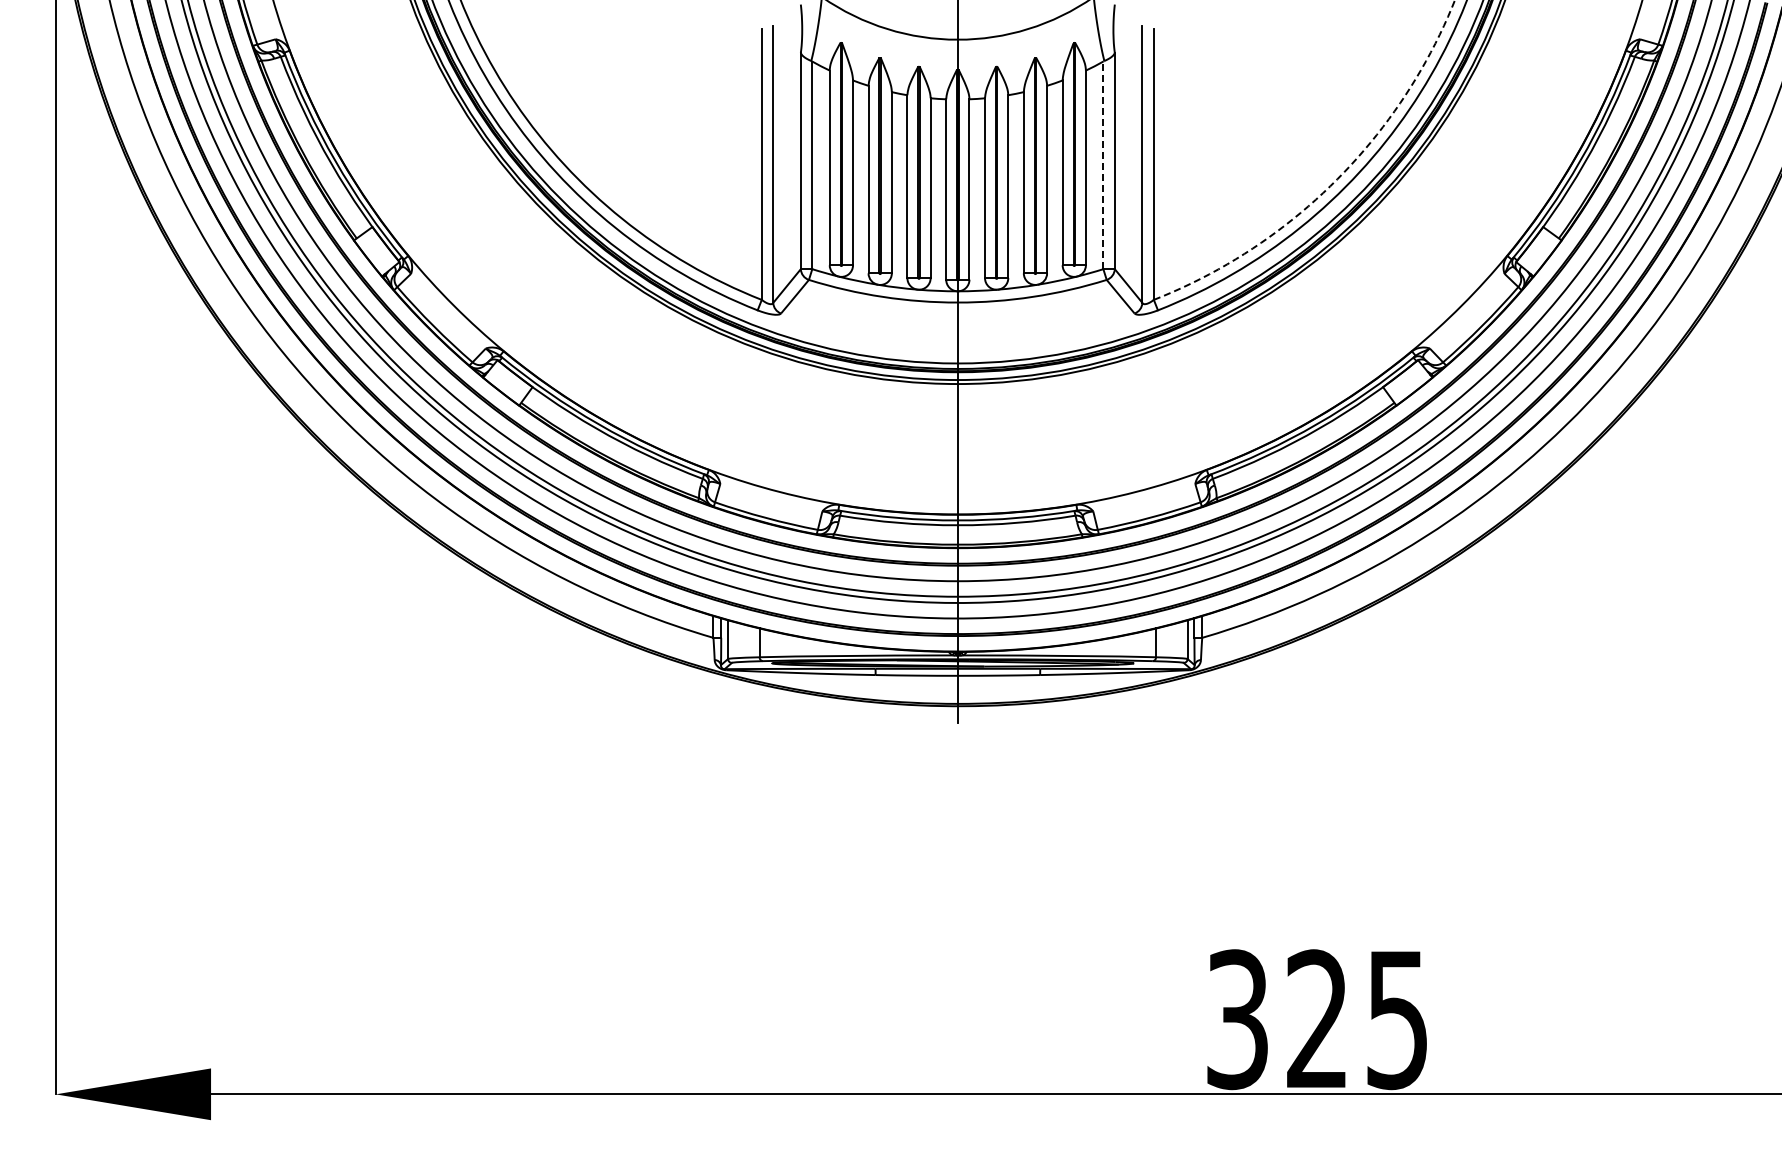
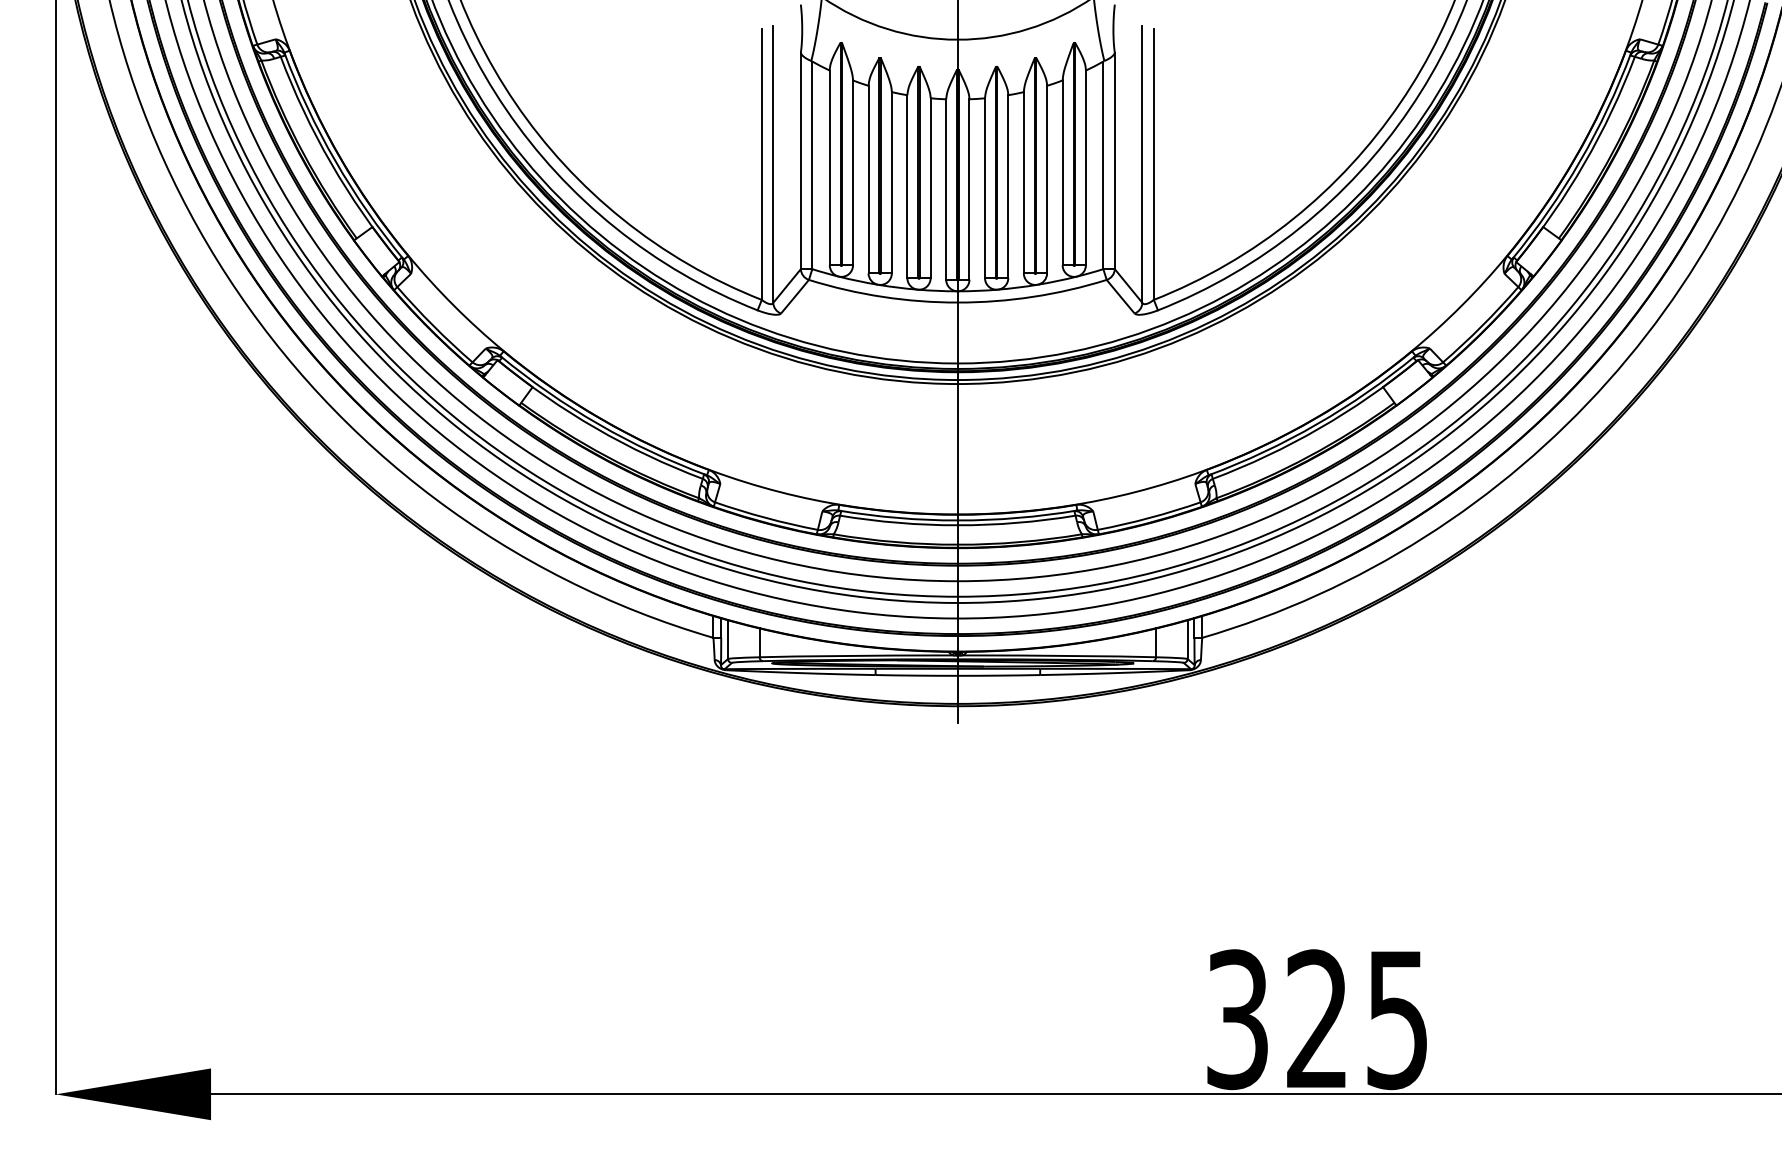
line at (1103, 165): dashed -> solid
arc at (1334, 181): dashed -> solid
